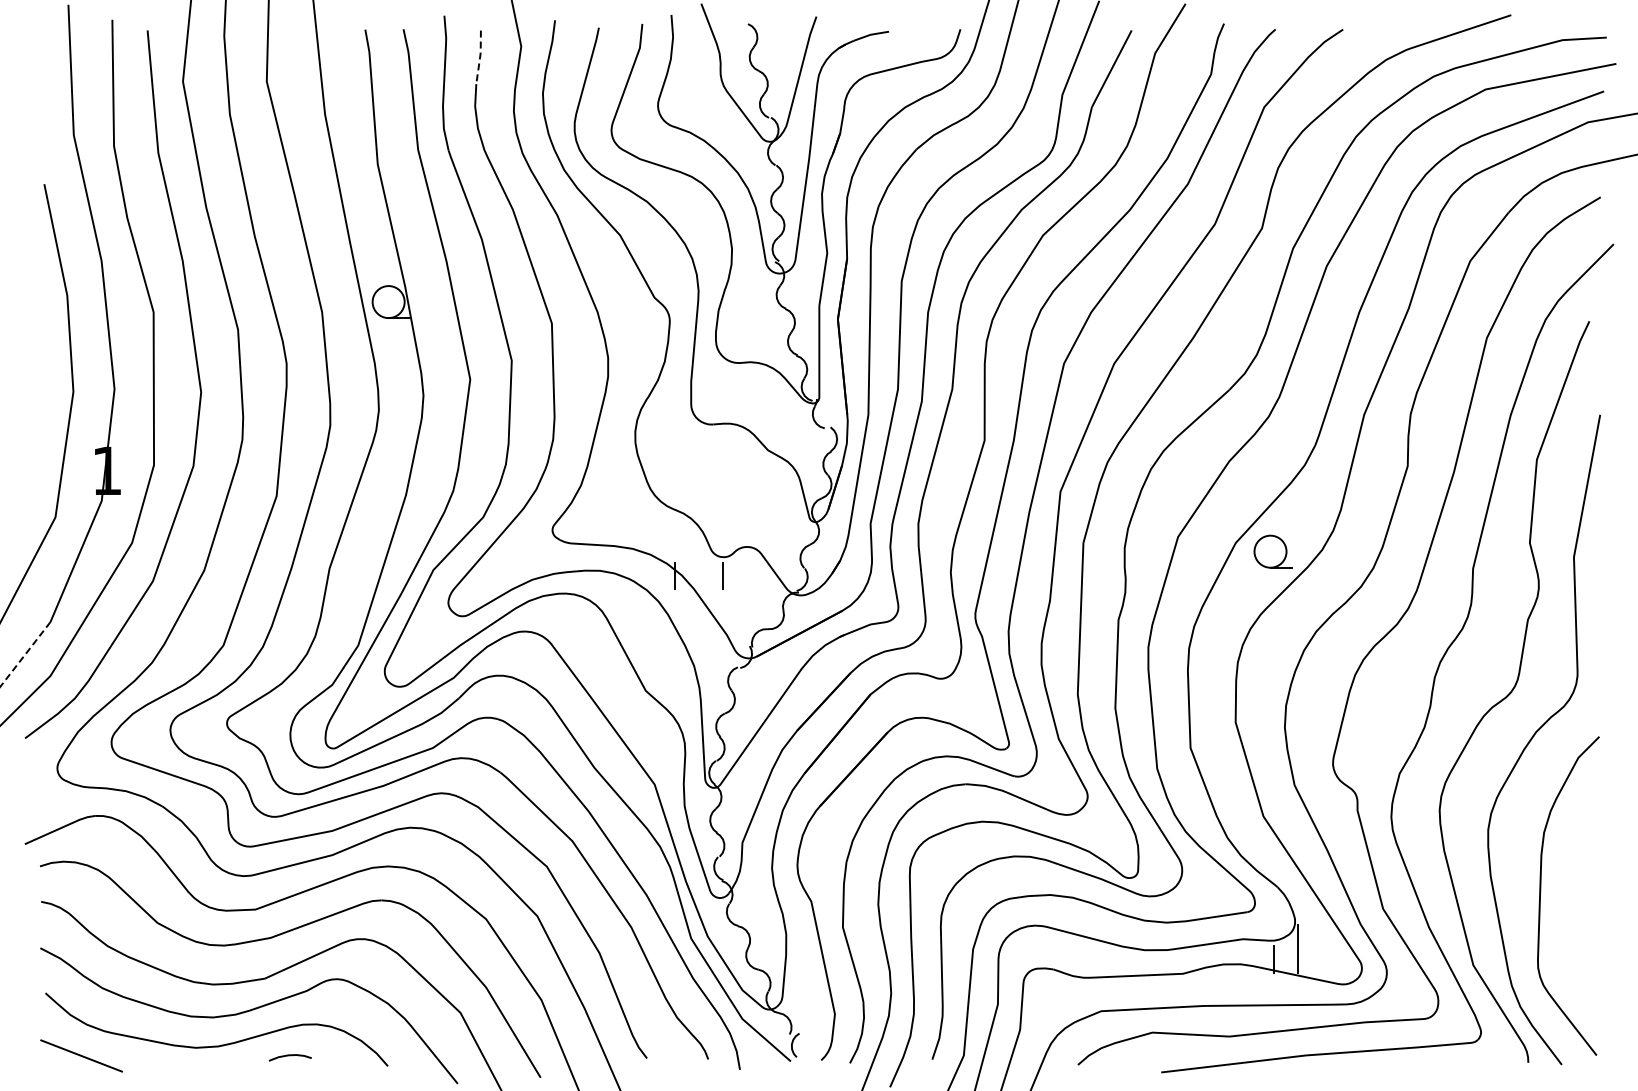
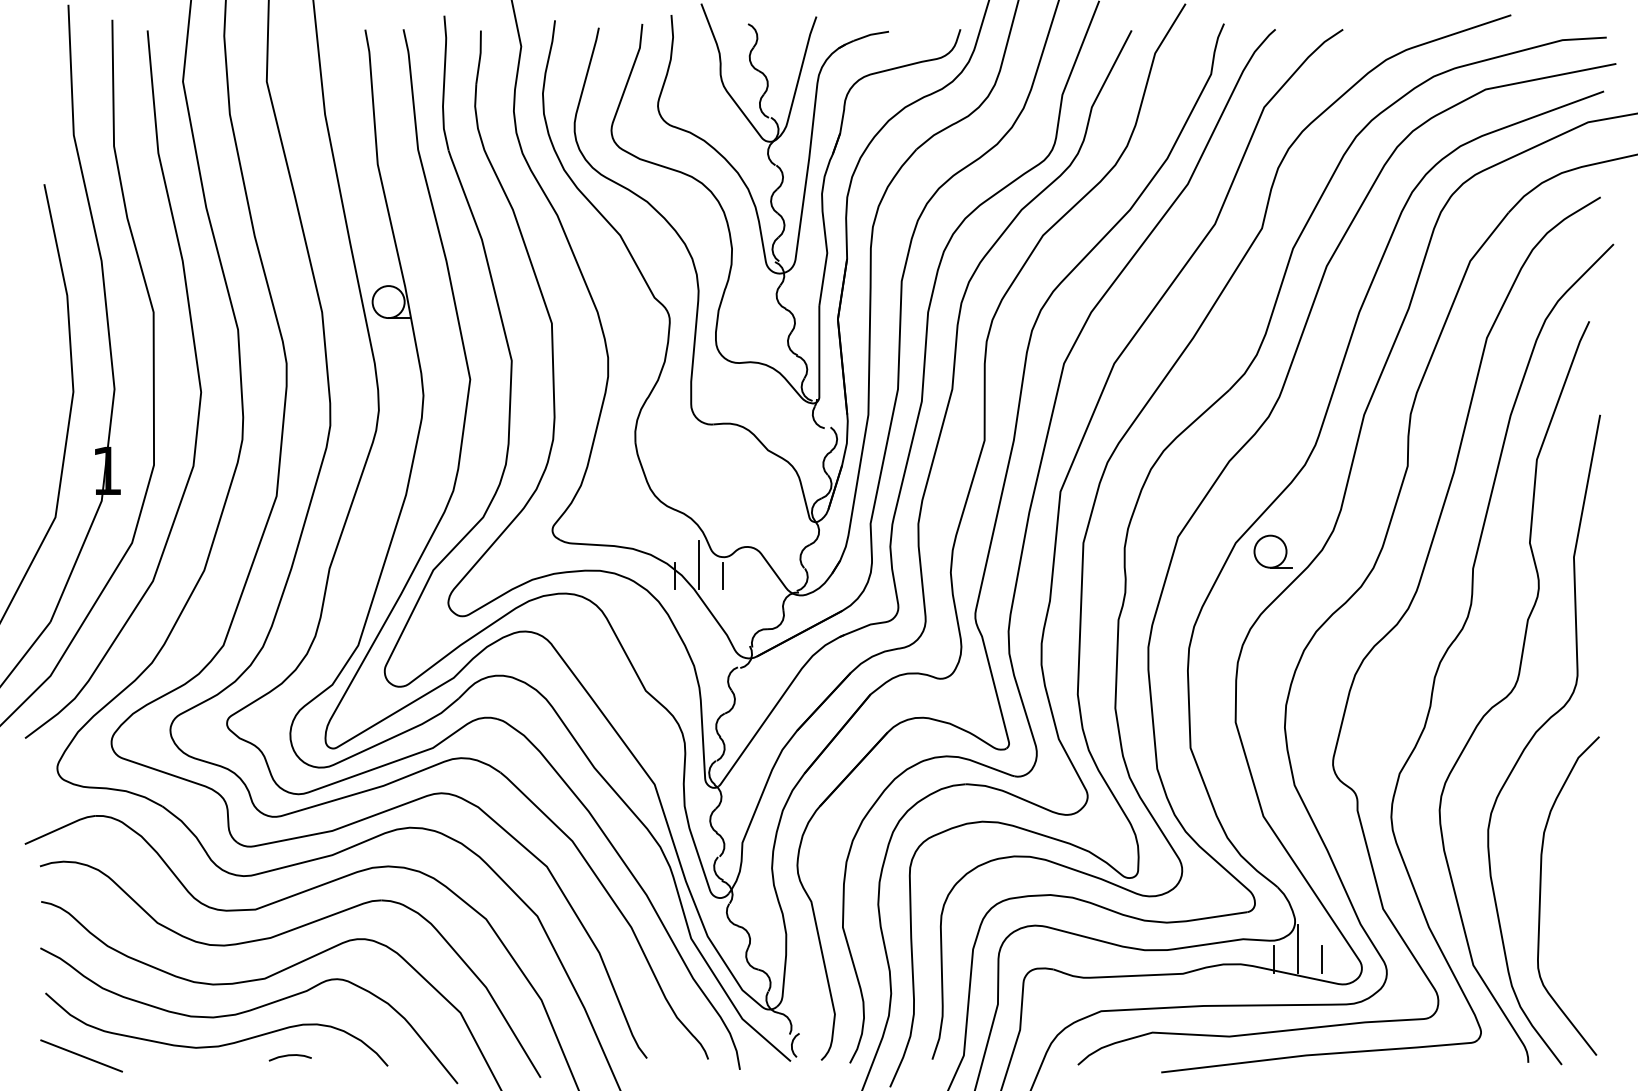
line at (480, 57): dashed -> solid
line at (699, 565): none -> present
line at (25, 654): dashed -> solid
line at (1322, 959): none -> present
